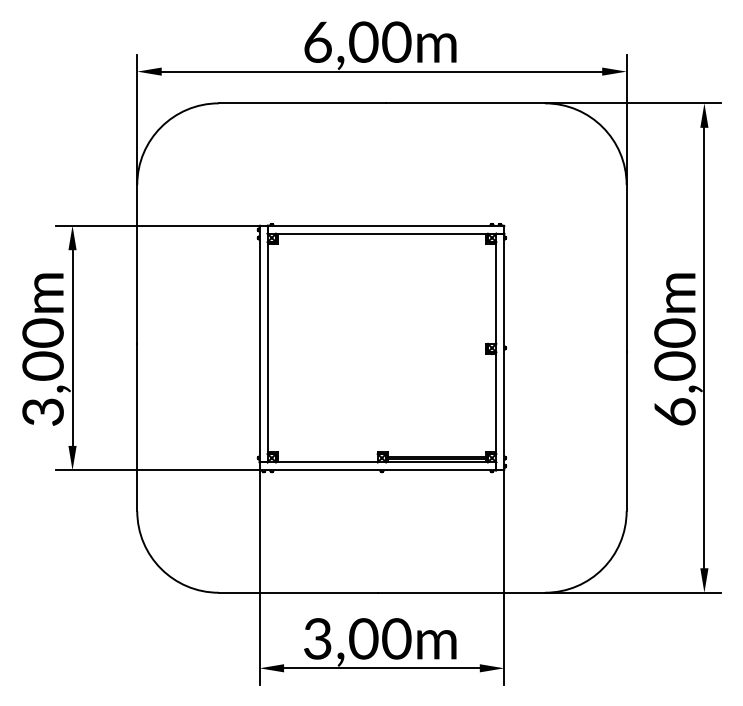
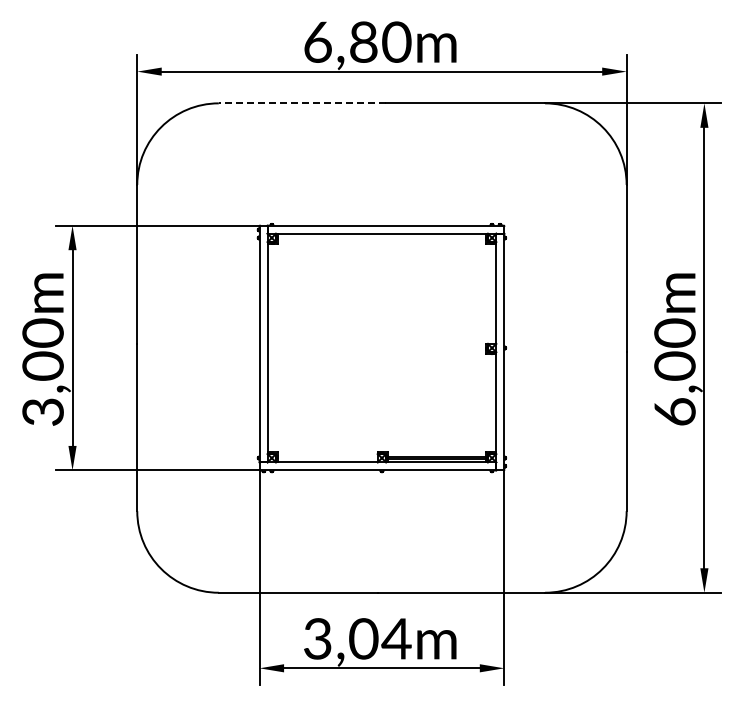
text at (363, 42): 6,00m -> 6,80m
line at (302, 103): solid -> dashed
text at (396, 638): 3,00m -> 3,04m
